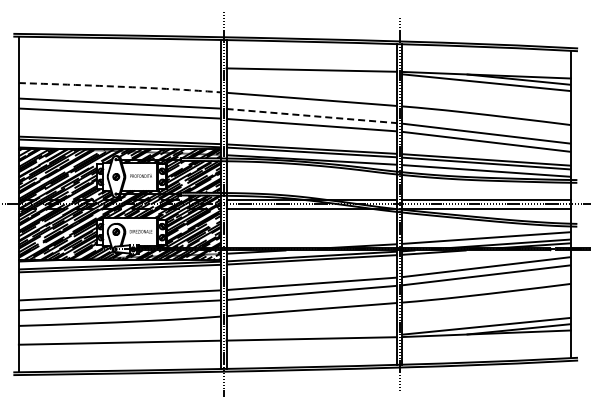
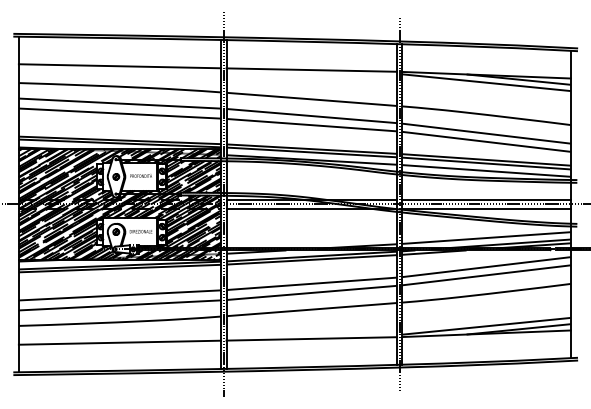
line at (119, 66): none -> present
line at (121, 86): dashed -> solid
line at (312, 116): dashed -> solid
